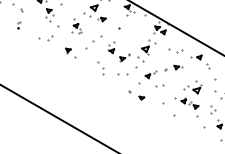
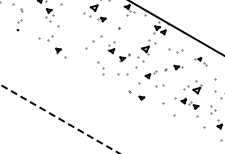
part at (19, 25) size: 5x9 px -> 7x13 px
part at (76, 26): present -> none
part at (70, 52) position: (70, 52) -> (60, 52)
part at (200, 61) size: 21x16 px -> 14x10 px
line at (60, 119): solid -> dashed
